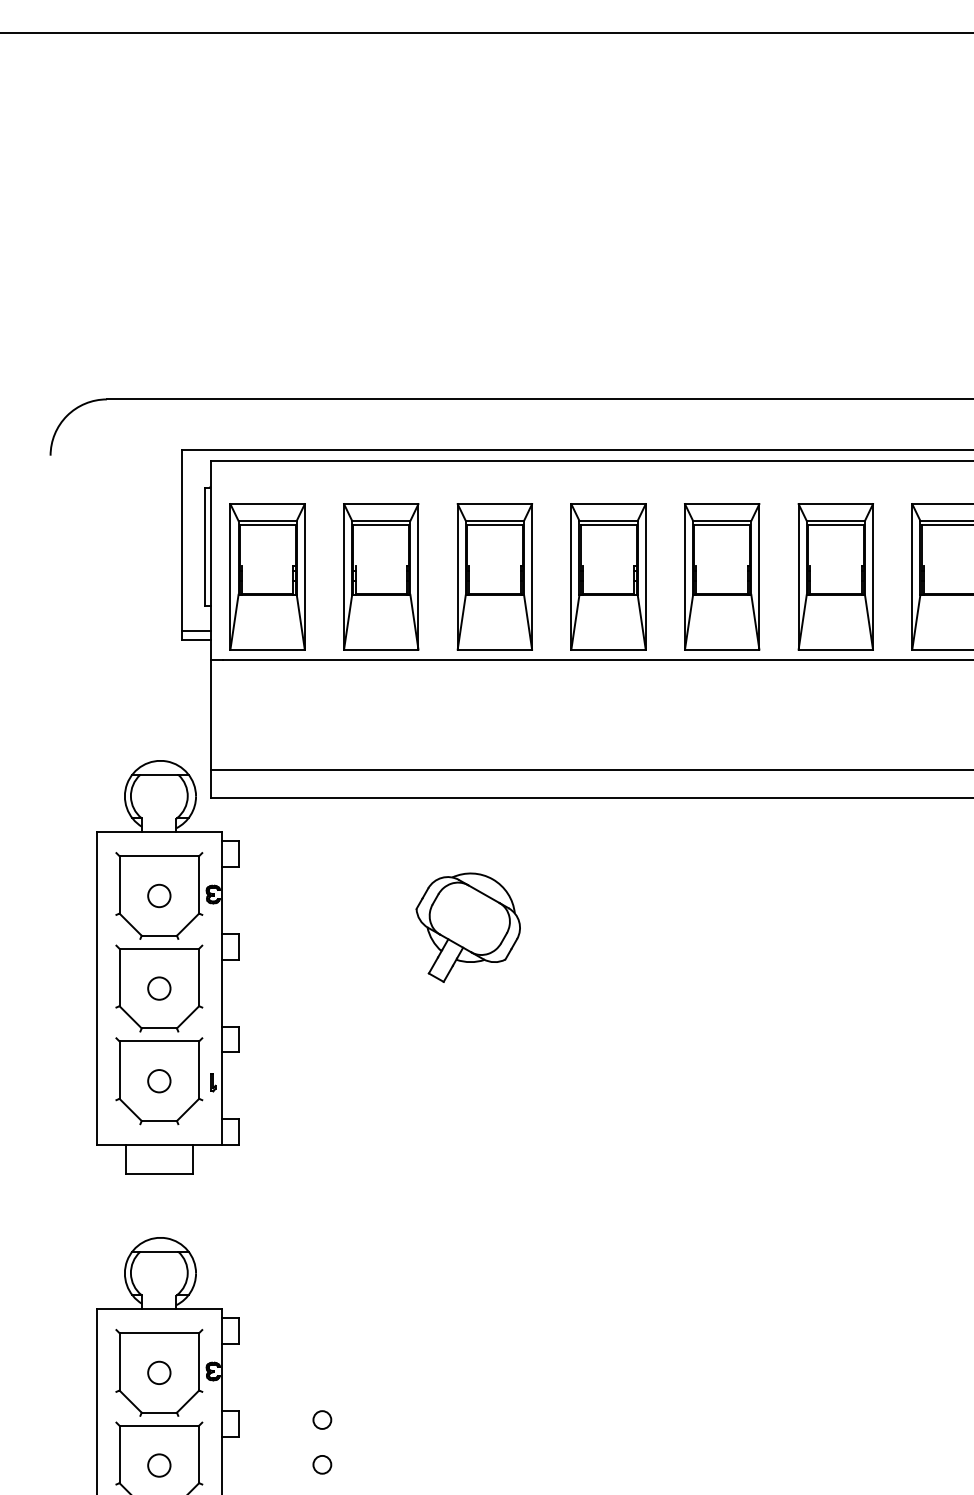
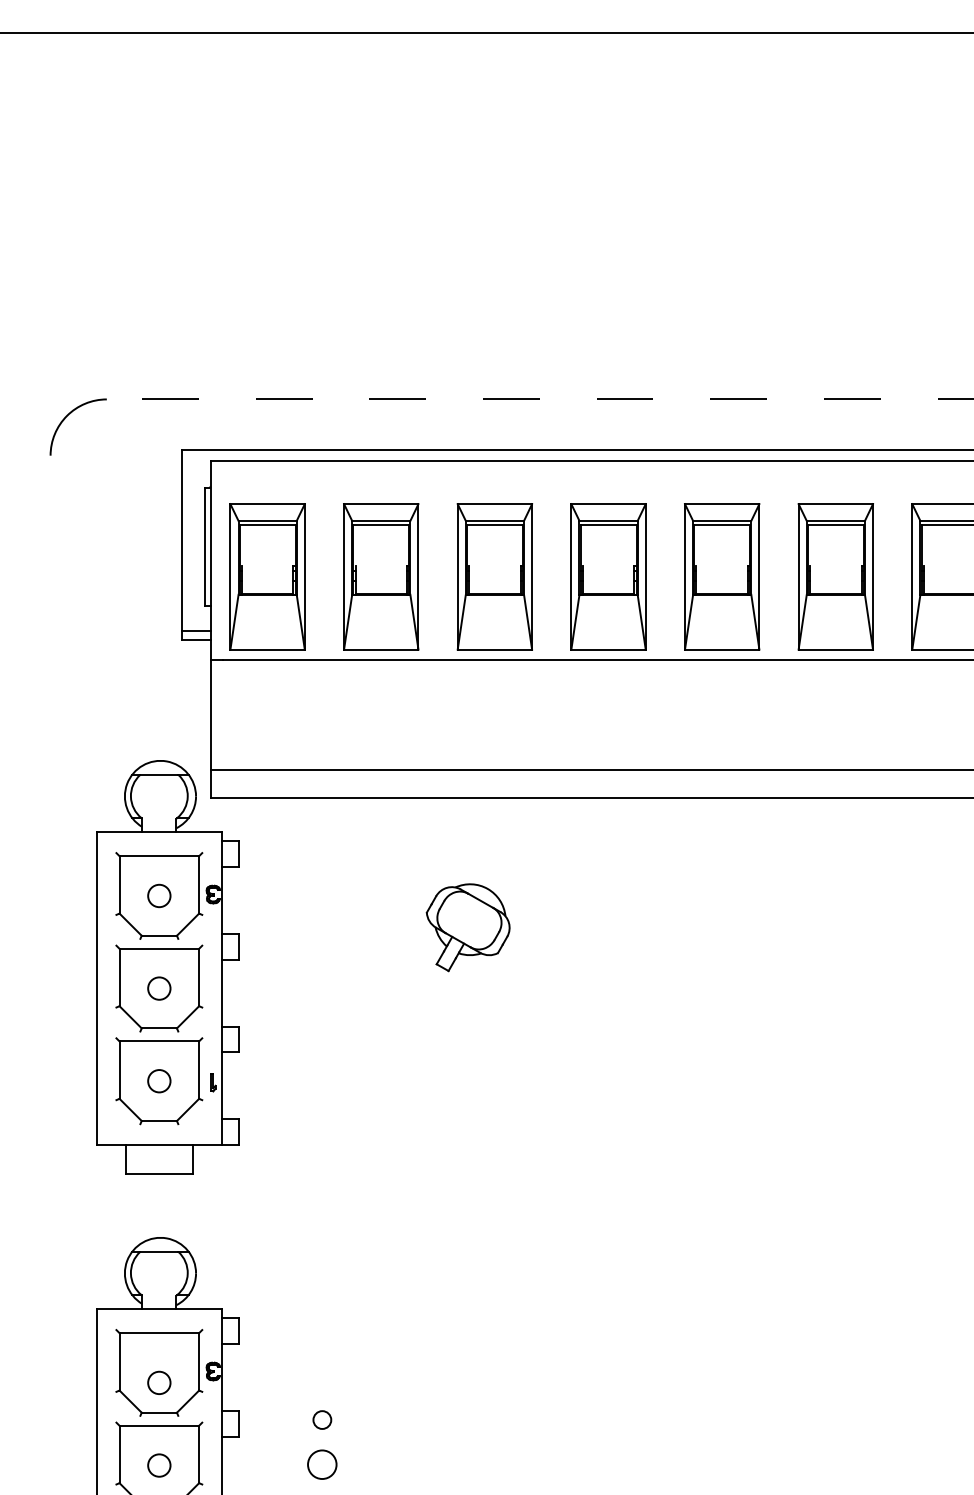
line at (539, 399): solid -> dashed
part at (467, 927) size: 106x111 px -> 86x90 px
circle at (159, 1372) position: (159, 1372) -> (159, 1382)
circle at (322, 1464) size: 21x20 px -> 31x31 px
